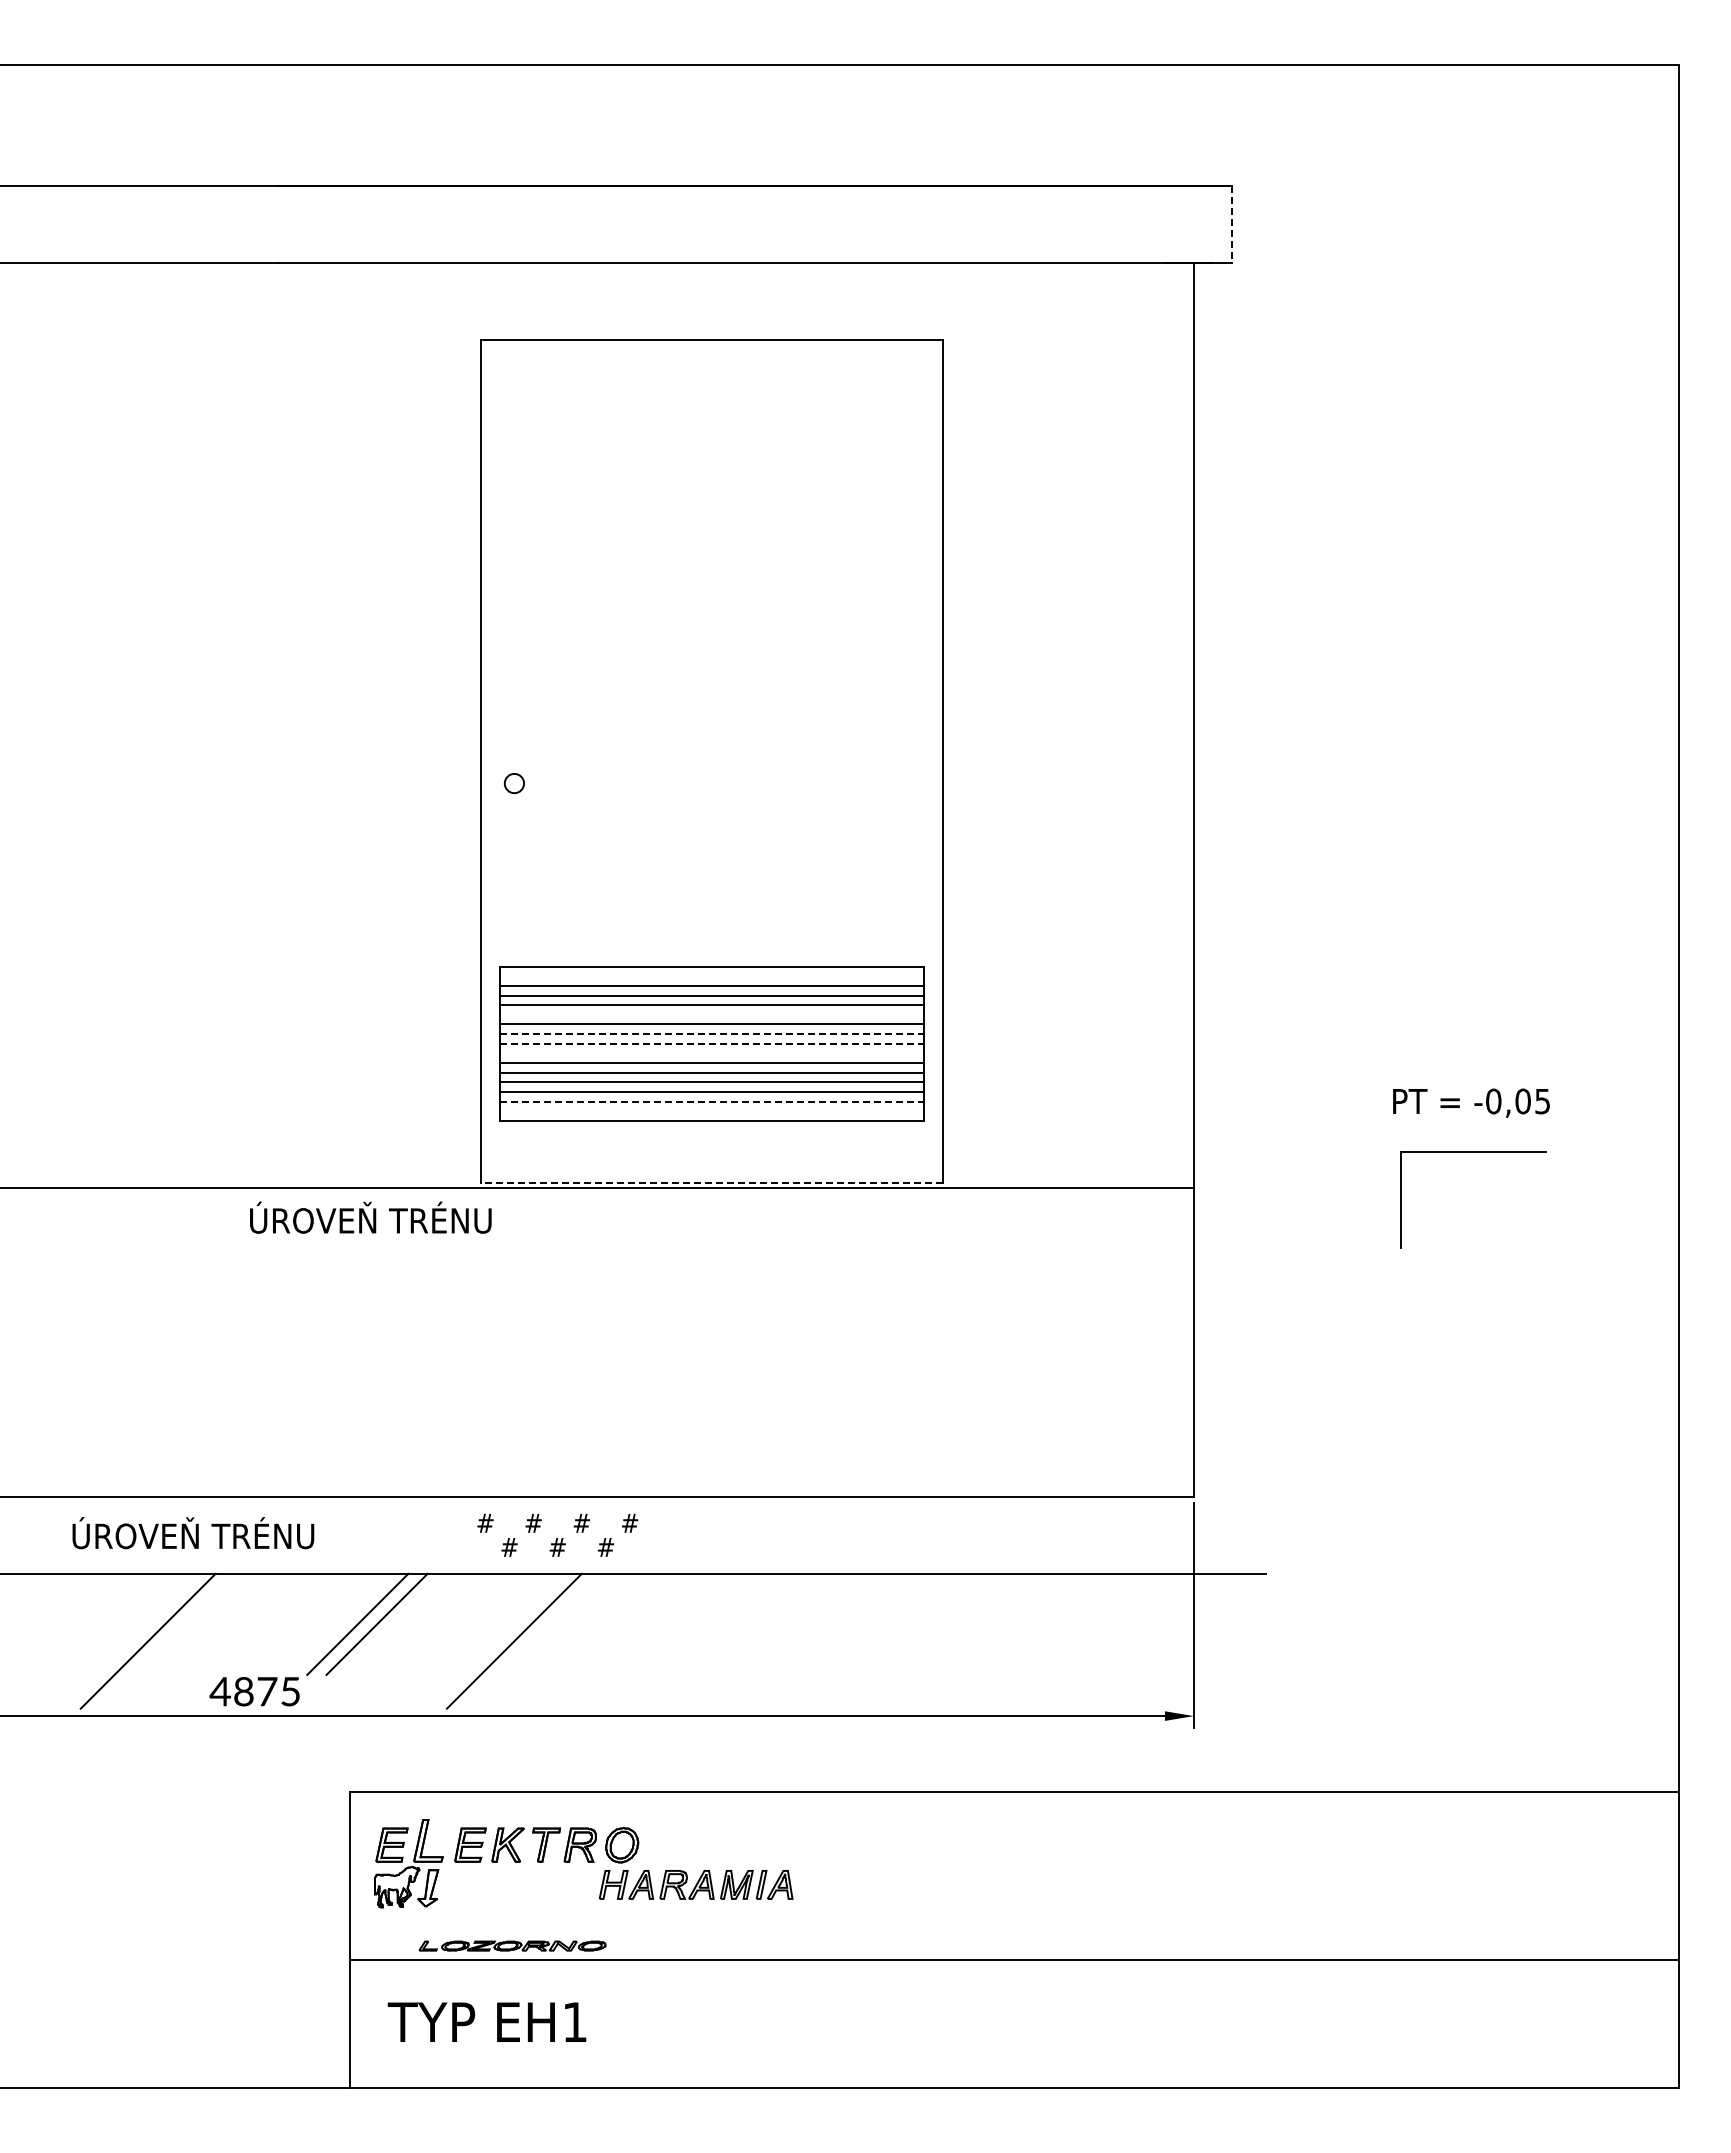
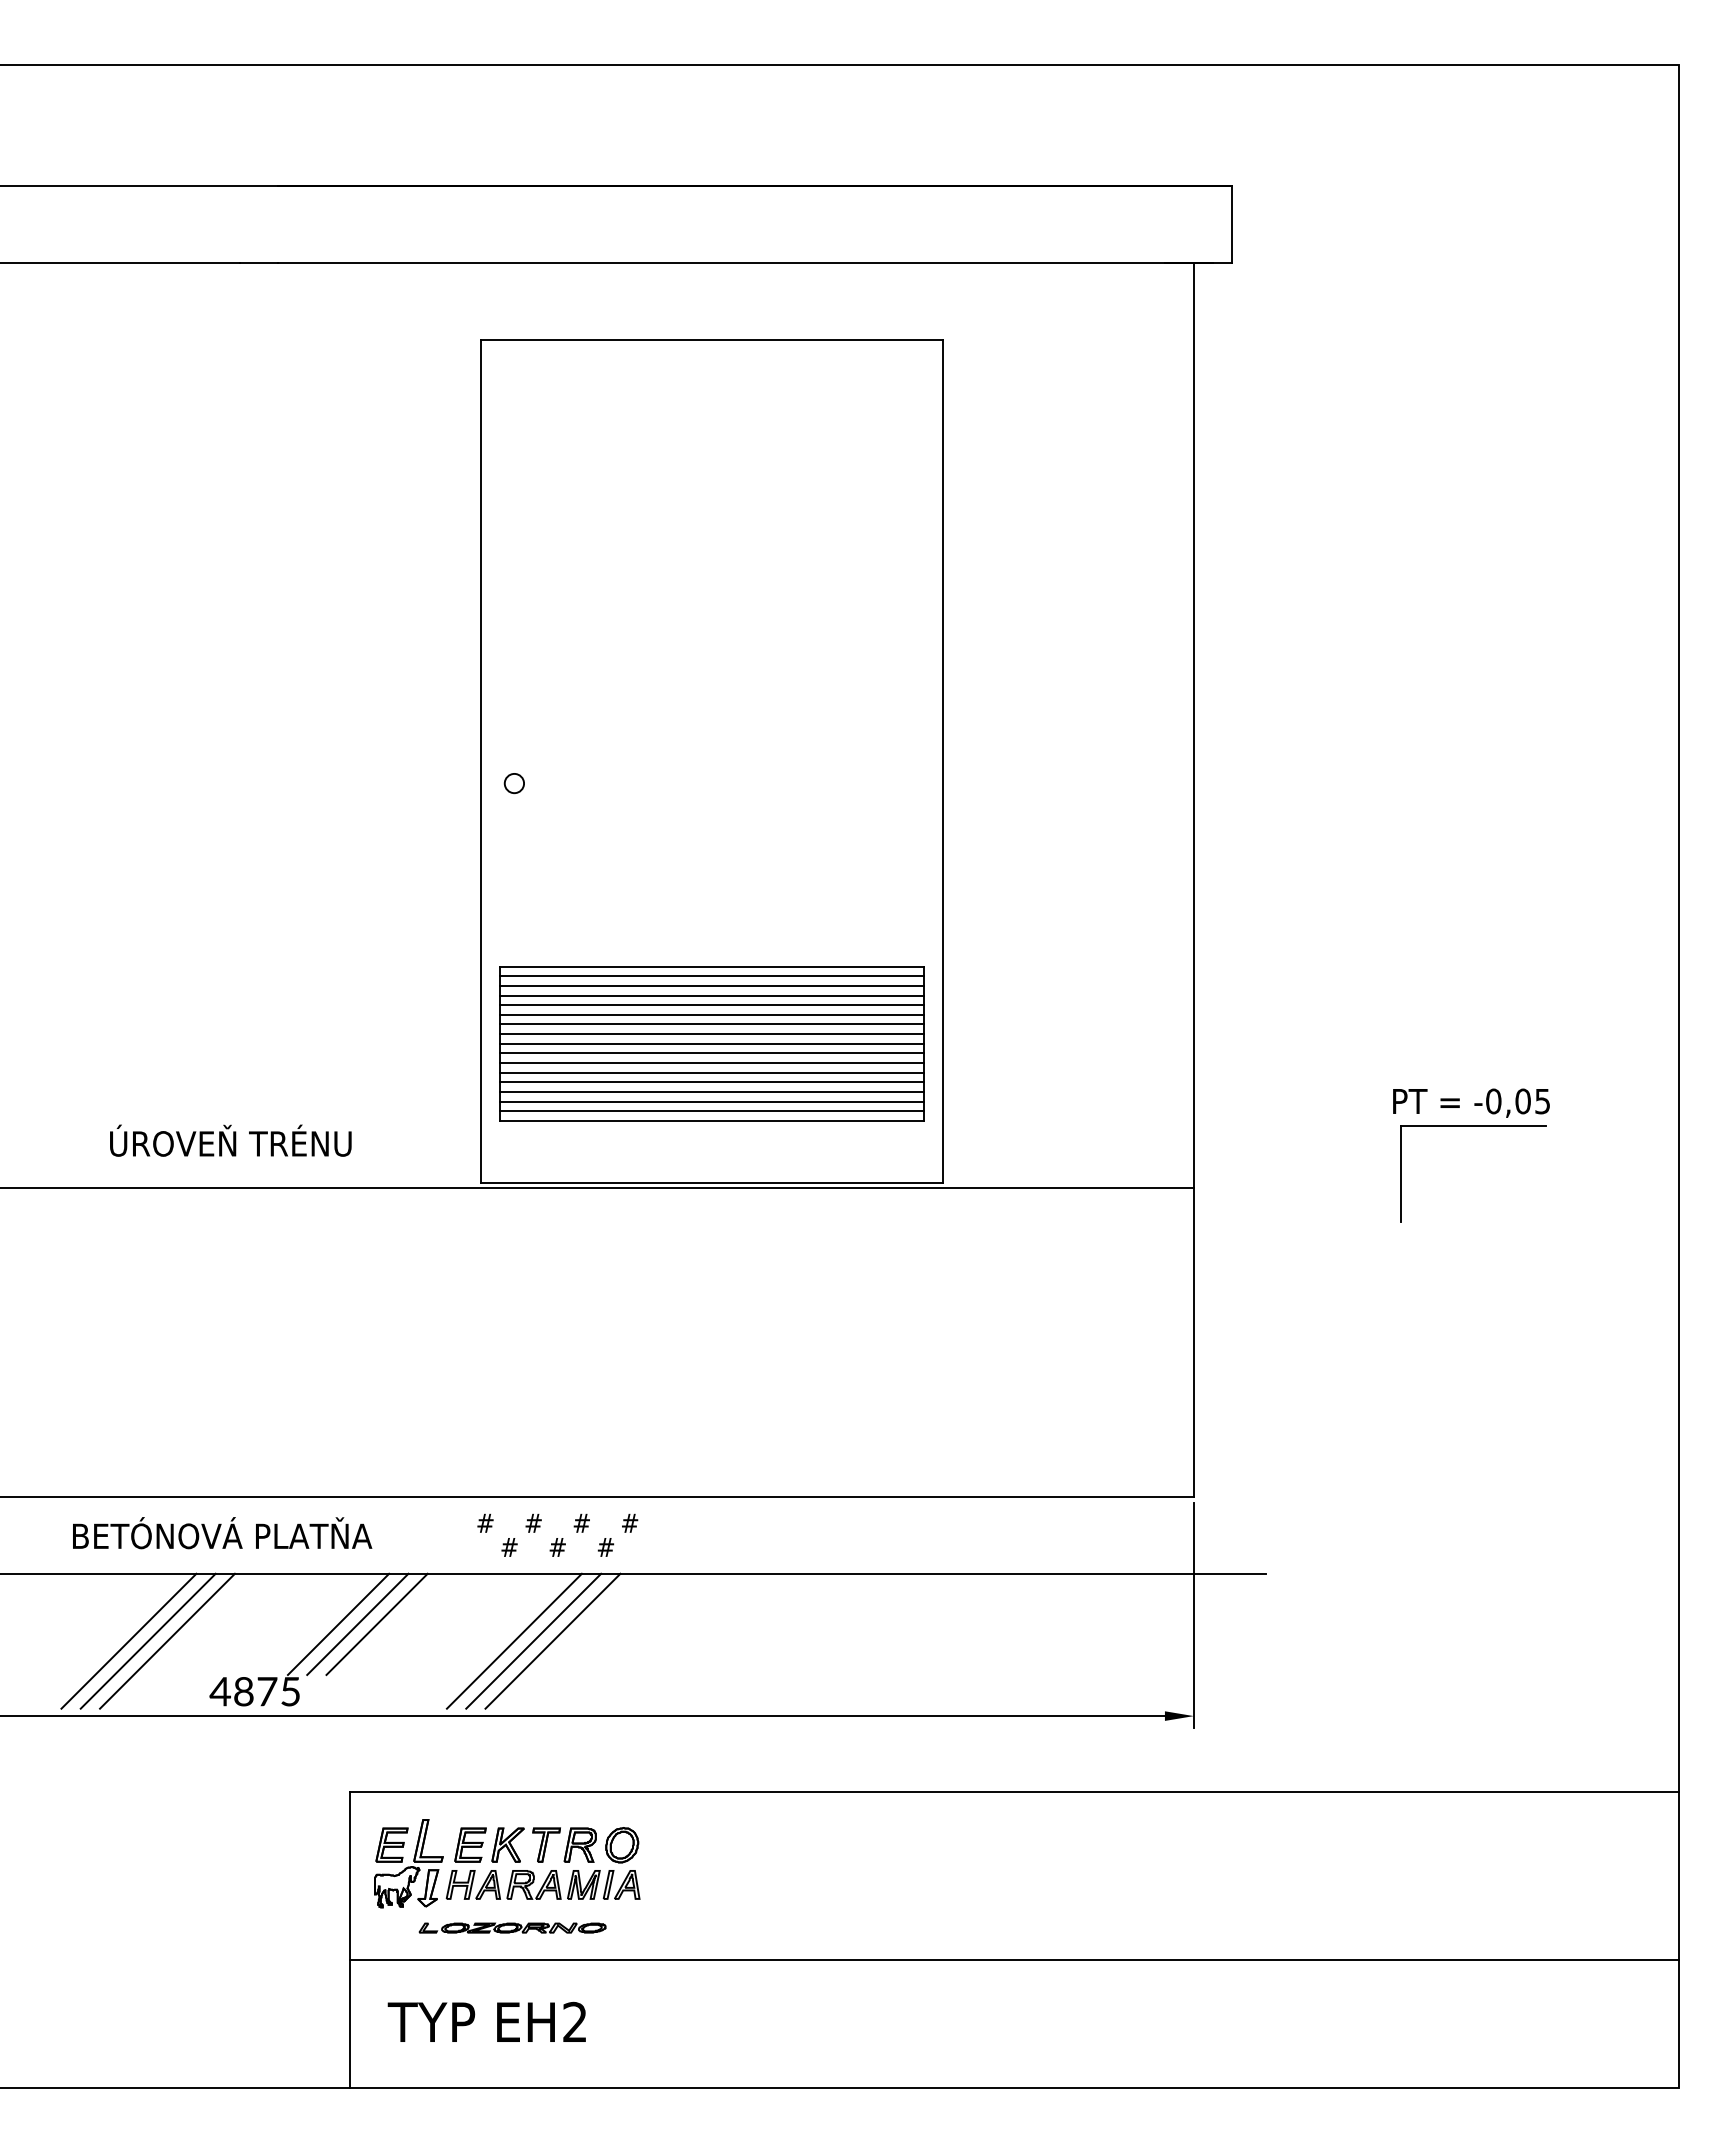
line at (1232, 224): dashed -> solid
line at (711, 976): none -> present
line at (711, 1014): none -> present
line at (712, 1034): dashed -> solid
line at (712, 1043): dashed -> solid
line at (711, 1053): none -> present
line at (712, 1101): dashed -> solid
line at (711, 1111): none -> present
part at (1473, 1152) position: (1473, 1152) -> (1473, 1126)
line at (711, 1183): dashed -> solid
text at (370, 1217) position: (370, 1217) -> (230, 1140)
text at (222, 1533): ÚROVEŇ TRÉNU -> BETÓNOVÁ PLATŇA
line at (338, 1623): none -> present
line at (128, 1640): none -> present
line at (167, 1640): none -> present
line at (533, 1640): none -> present
line at (552, 1640): none -> present
part at (695, 1884) position: (695, 1884) -> (542, 1884)
part at (512, 1945) position: (512, 1945) -> (512, 1927)
text at (574, 2021): EH1 -> EH2
